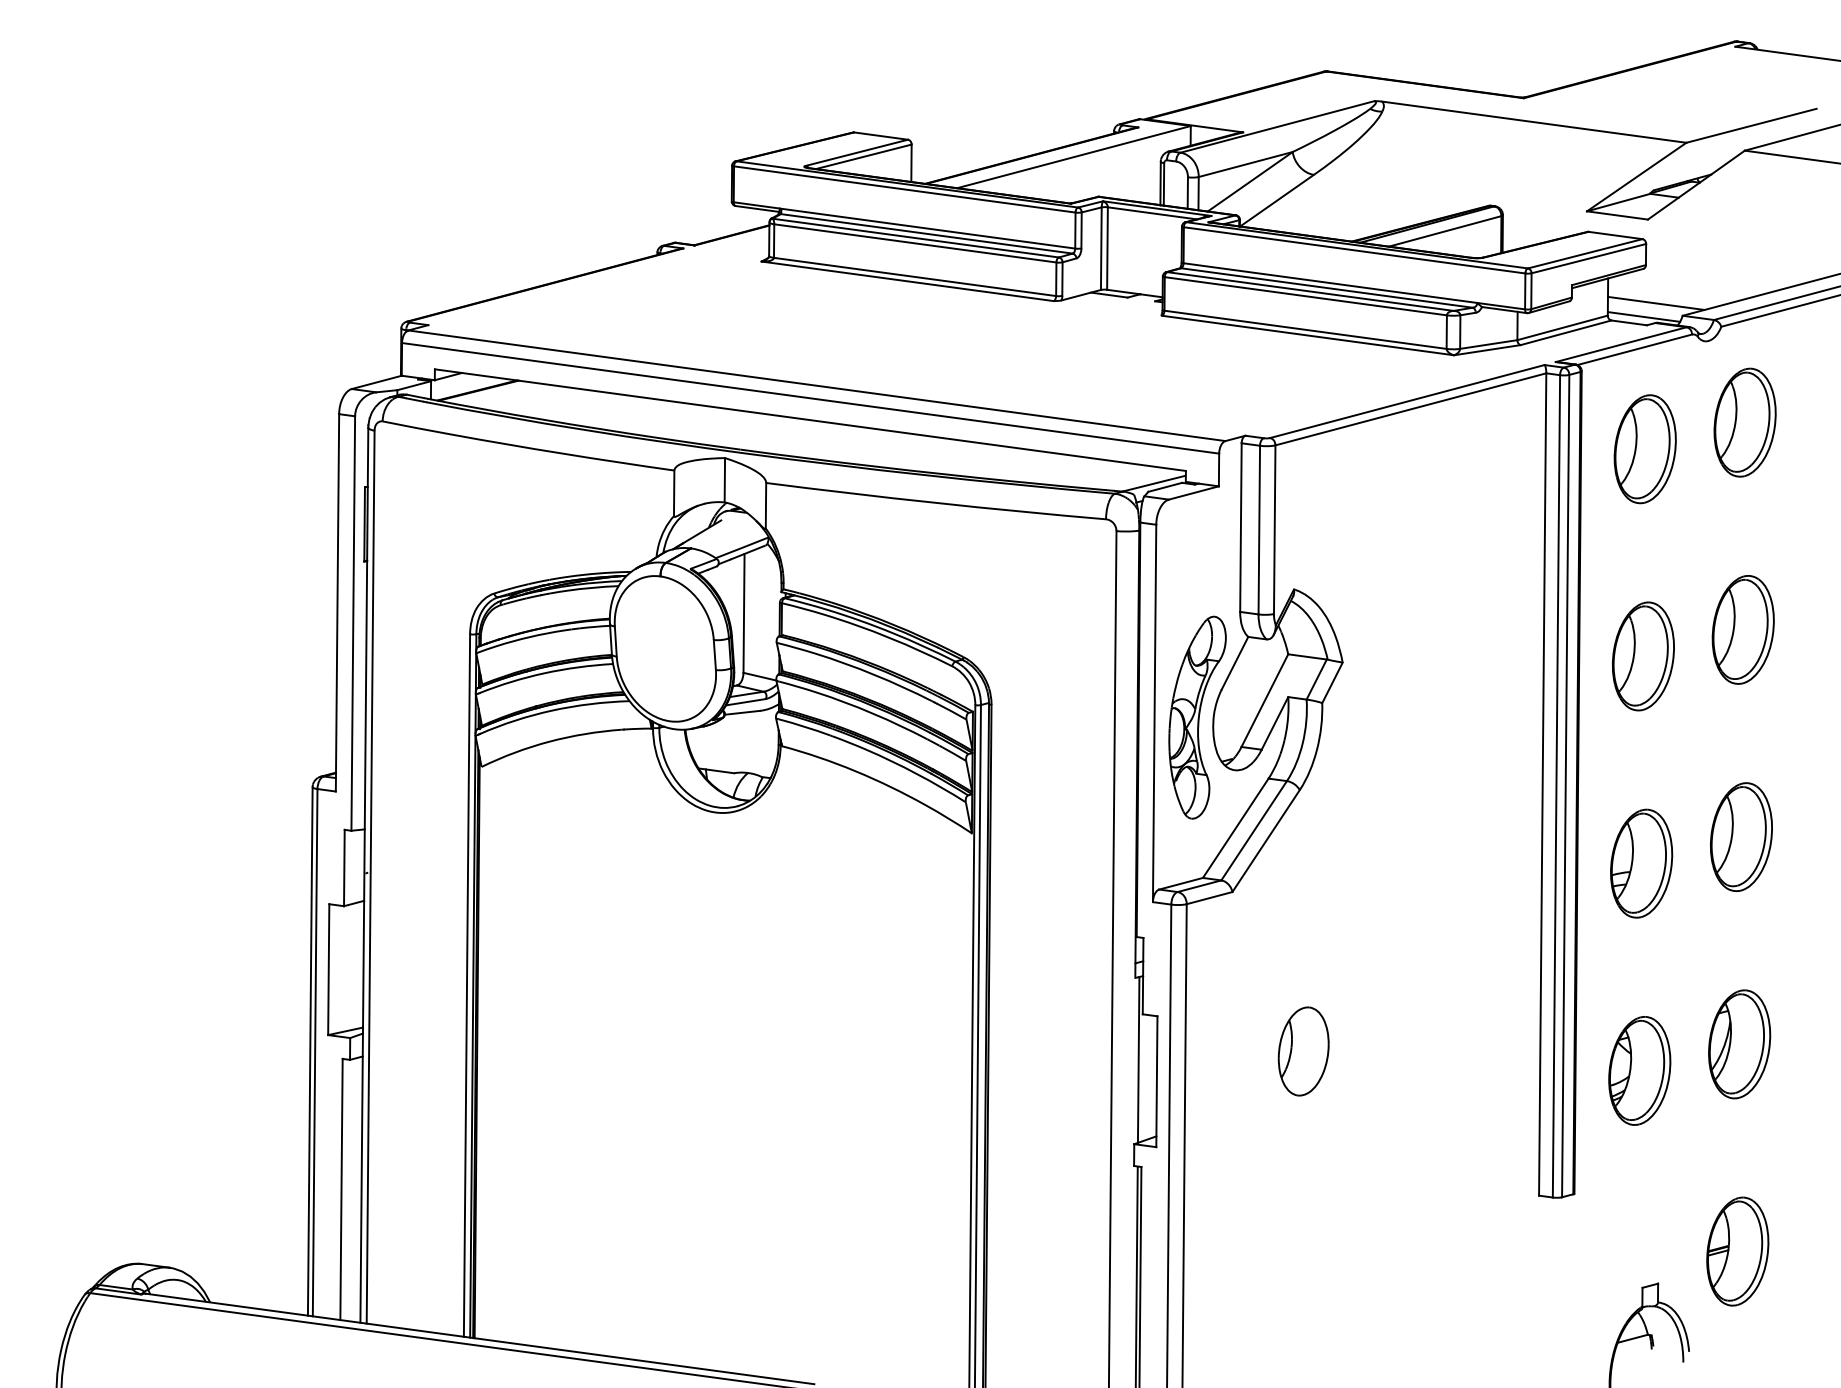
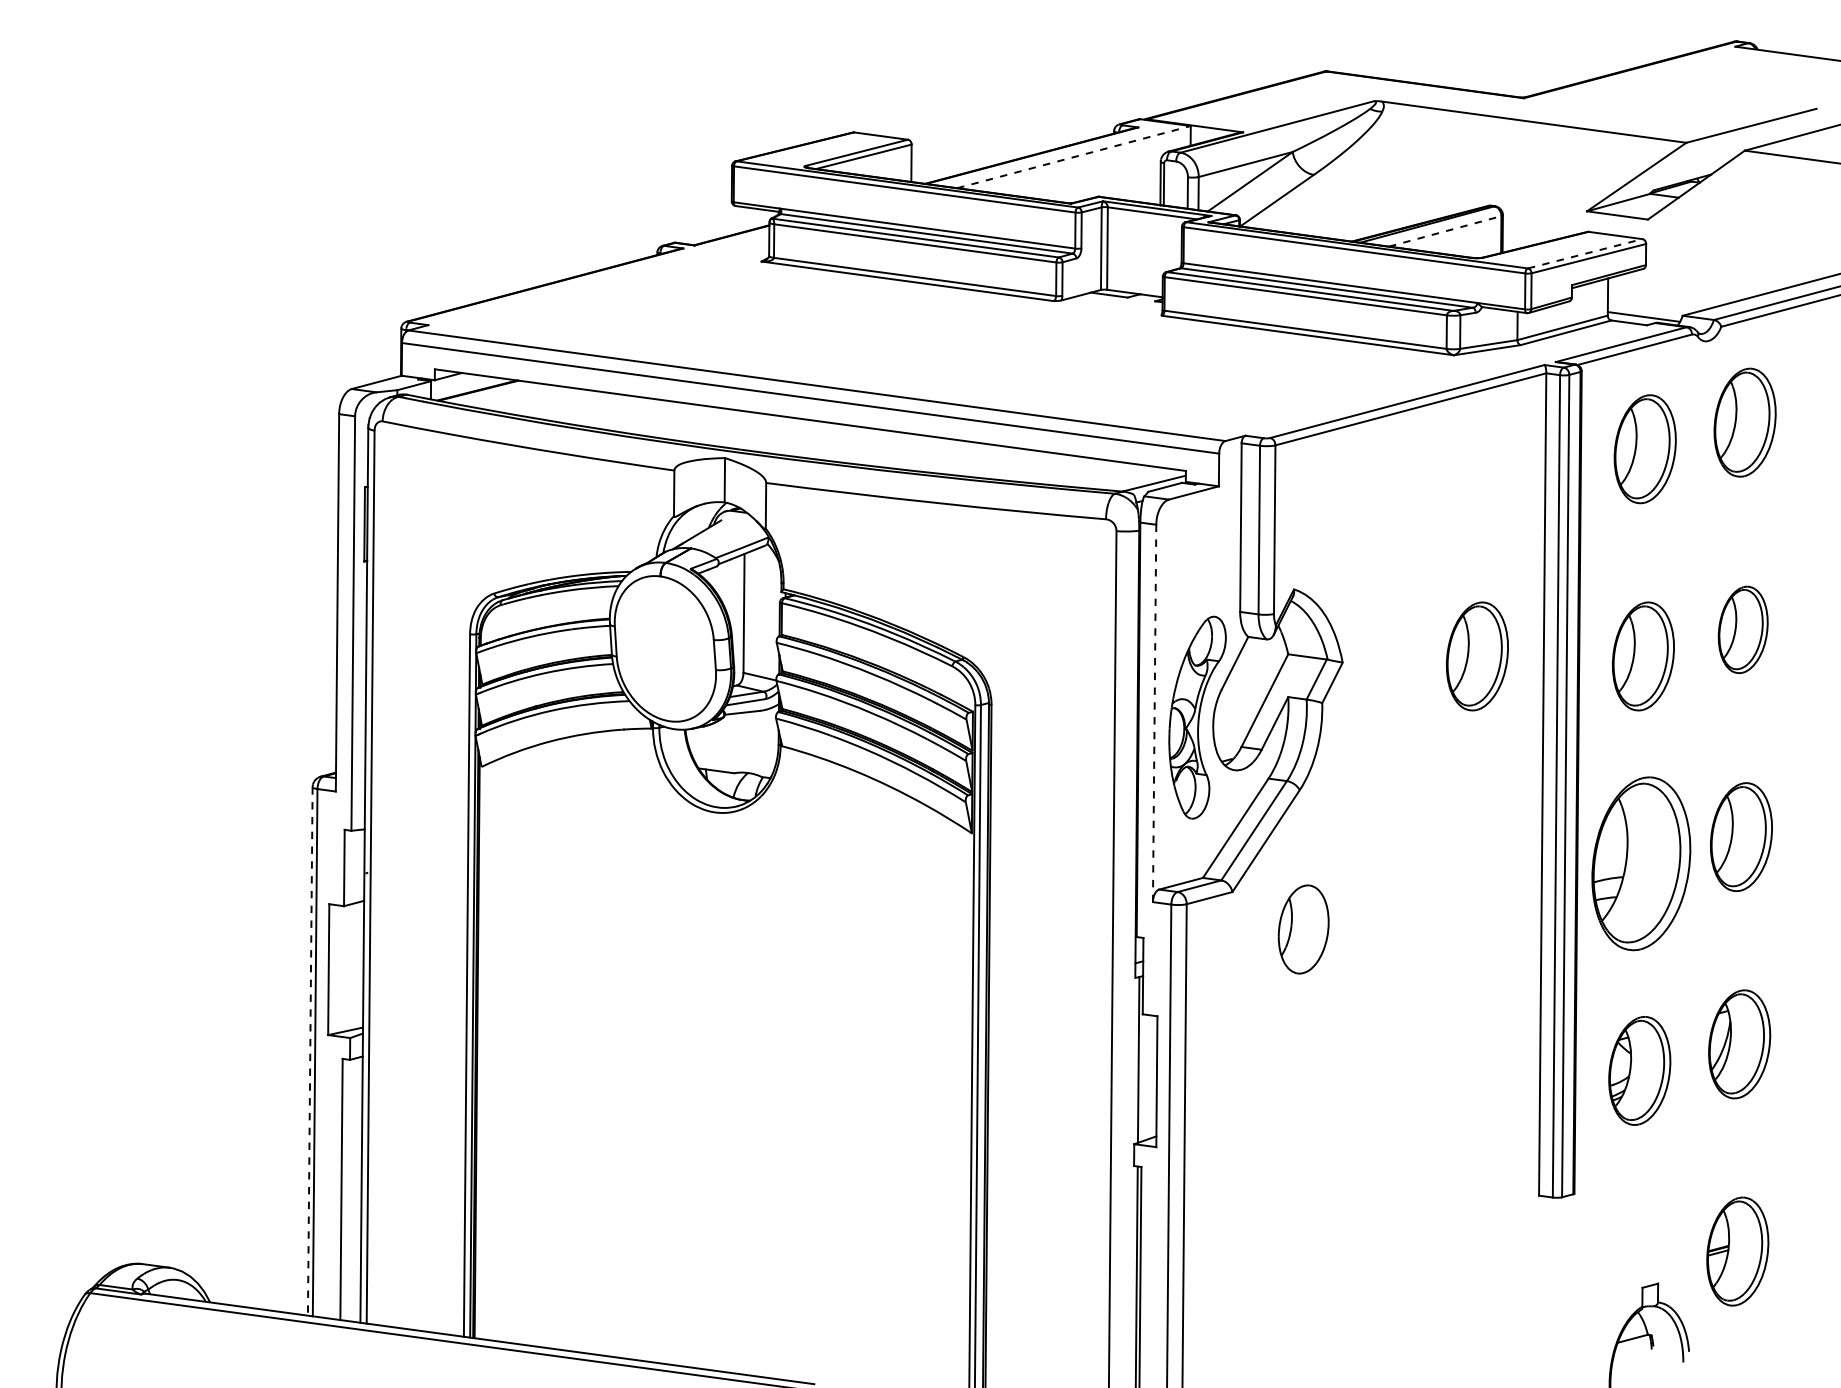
line at (1073, 157): solid -> dashed
line at (1445, 231): solid -> dashed
line at (1585, 253): solid -> dashed
line at (1655, 302): present -> none
part at (1742, 629) size: 64x110 px -> 52x89 px
part at (1477, 656): none -> present
line at (1154, 713): solid -> dashed
part at (1641, 863) size: 64x111 px -> 101x176 px
line at (310, 1051): solid -> dashed
part at (1303, 1051) position: (1303, 1051) -> (1303, 929)
